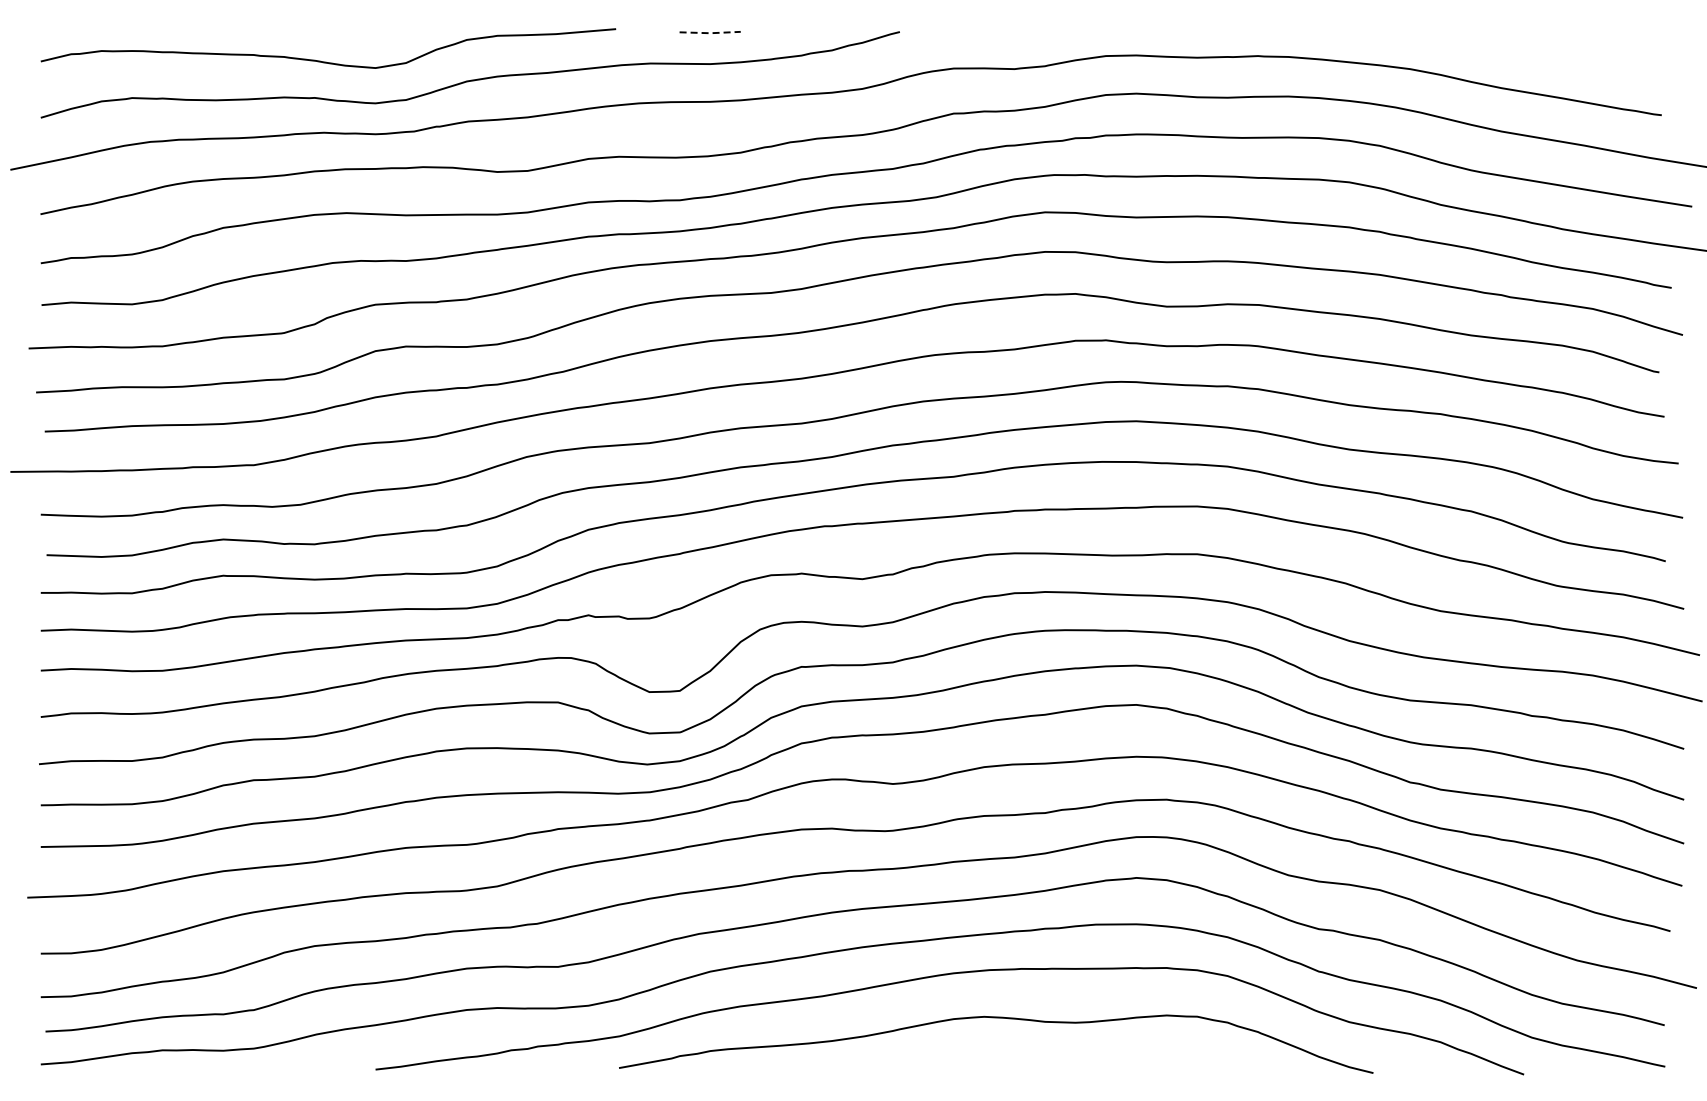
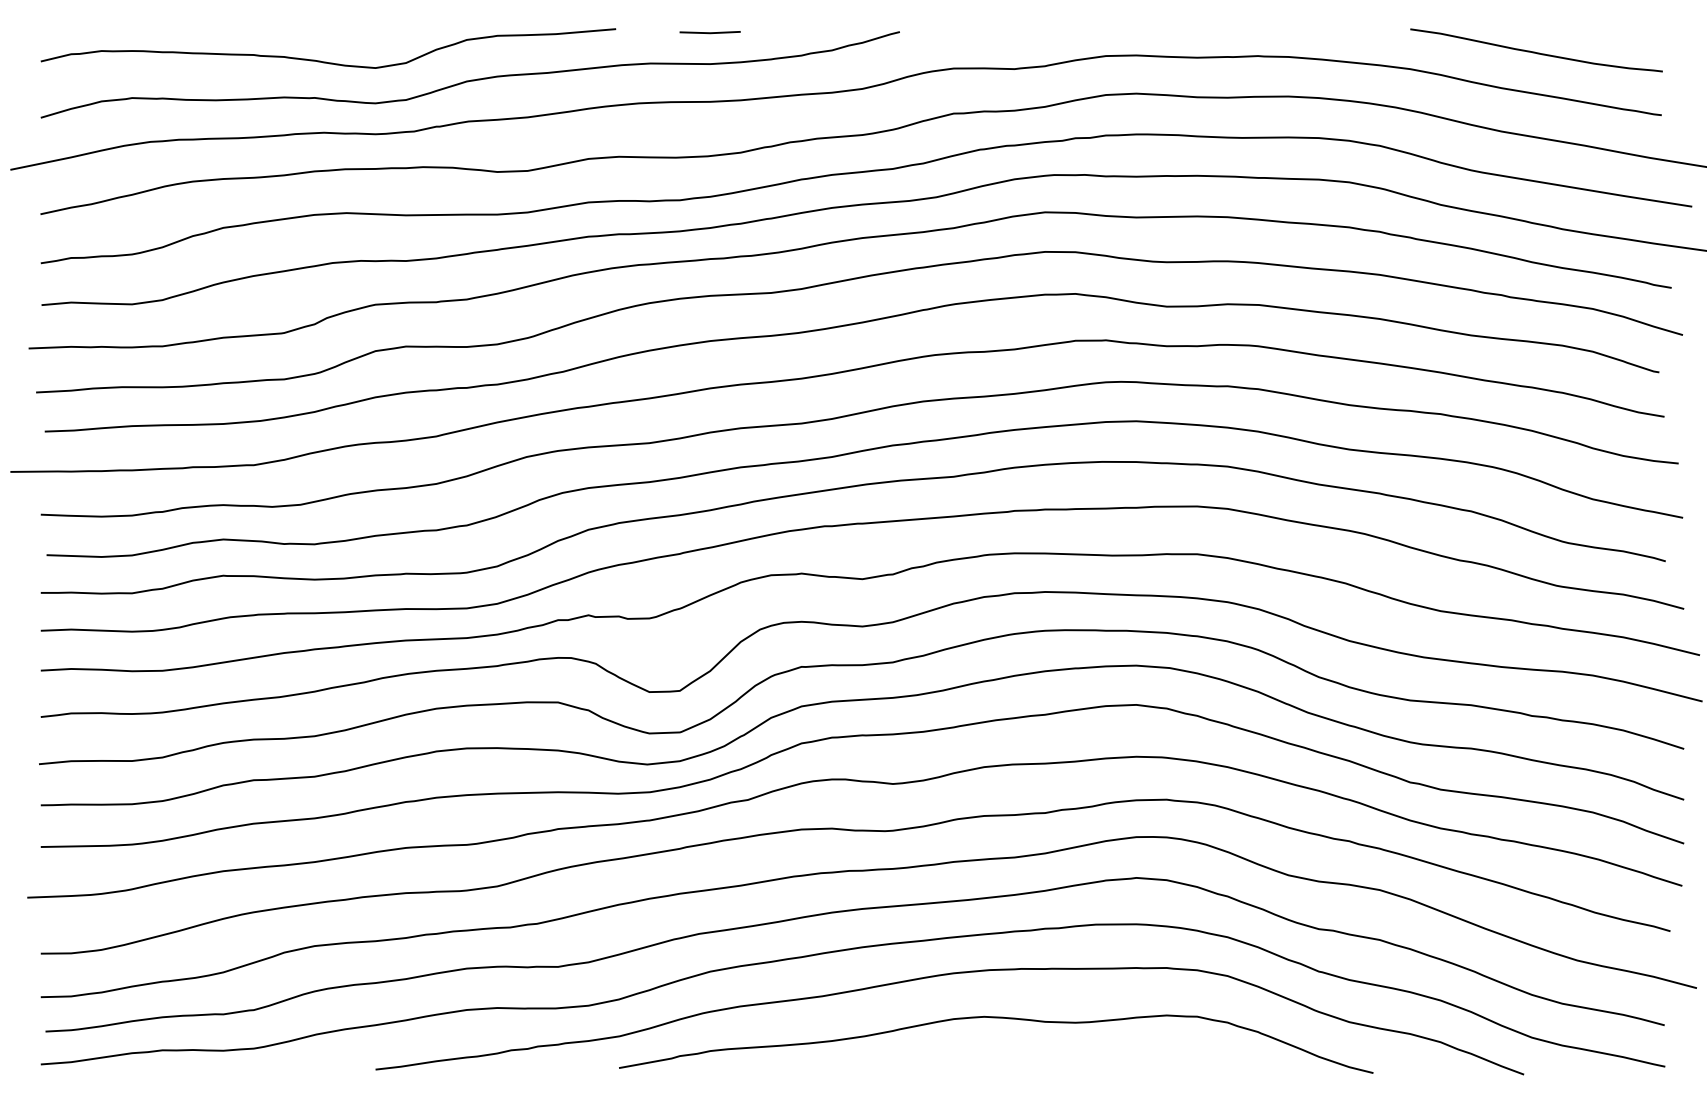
line at (710, 33): dashed -> solid
curve at (1535, 51): none -> present
